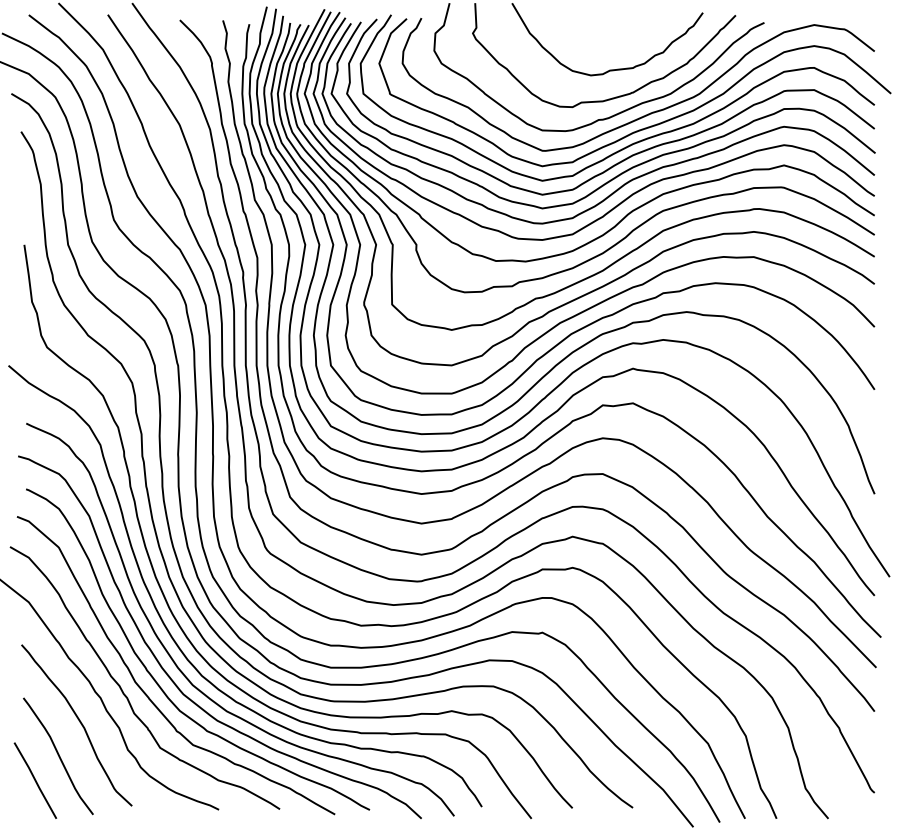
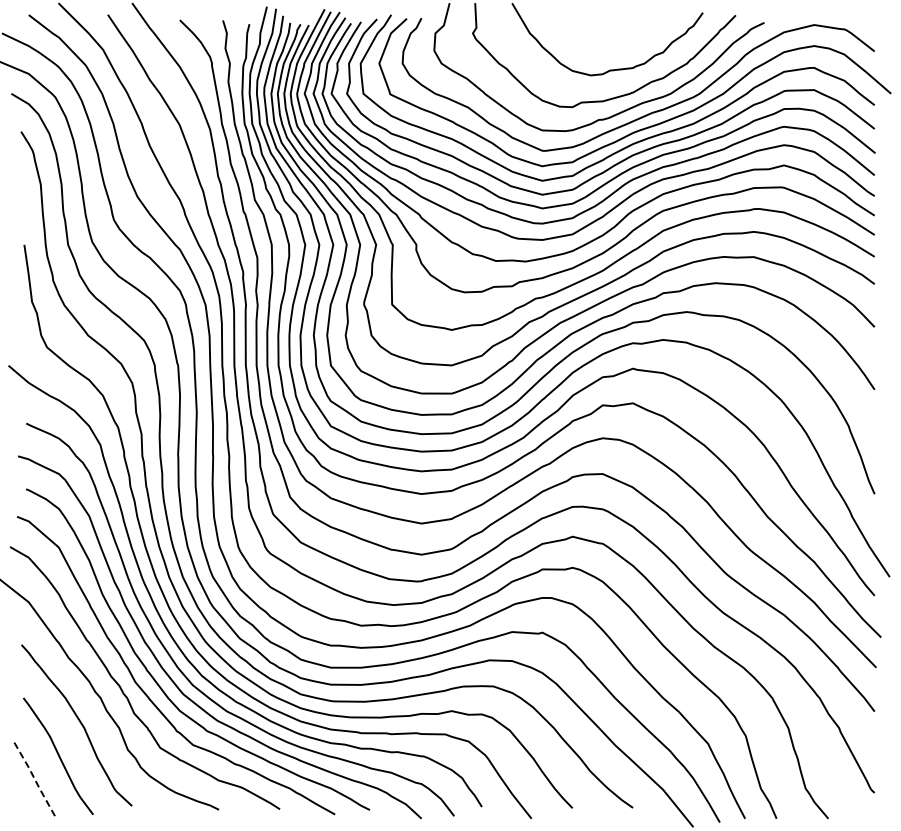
line at (35, 780): solid -> dashed
